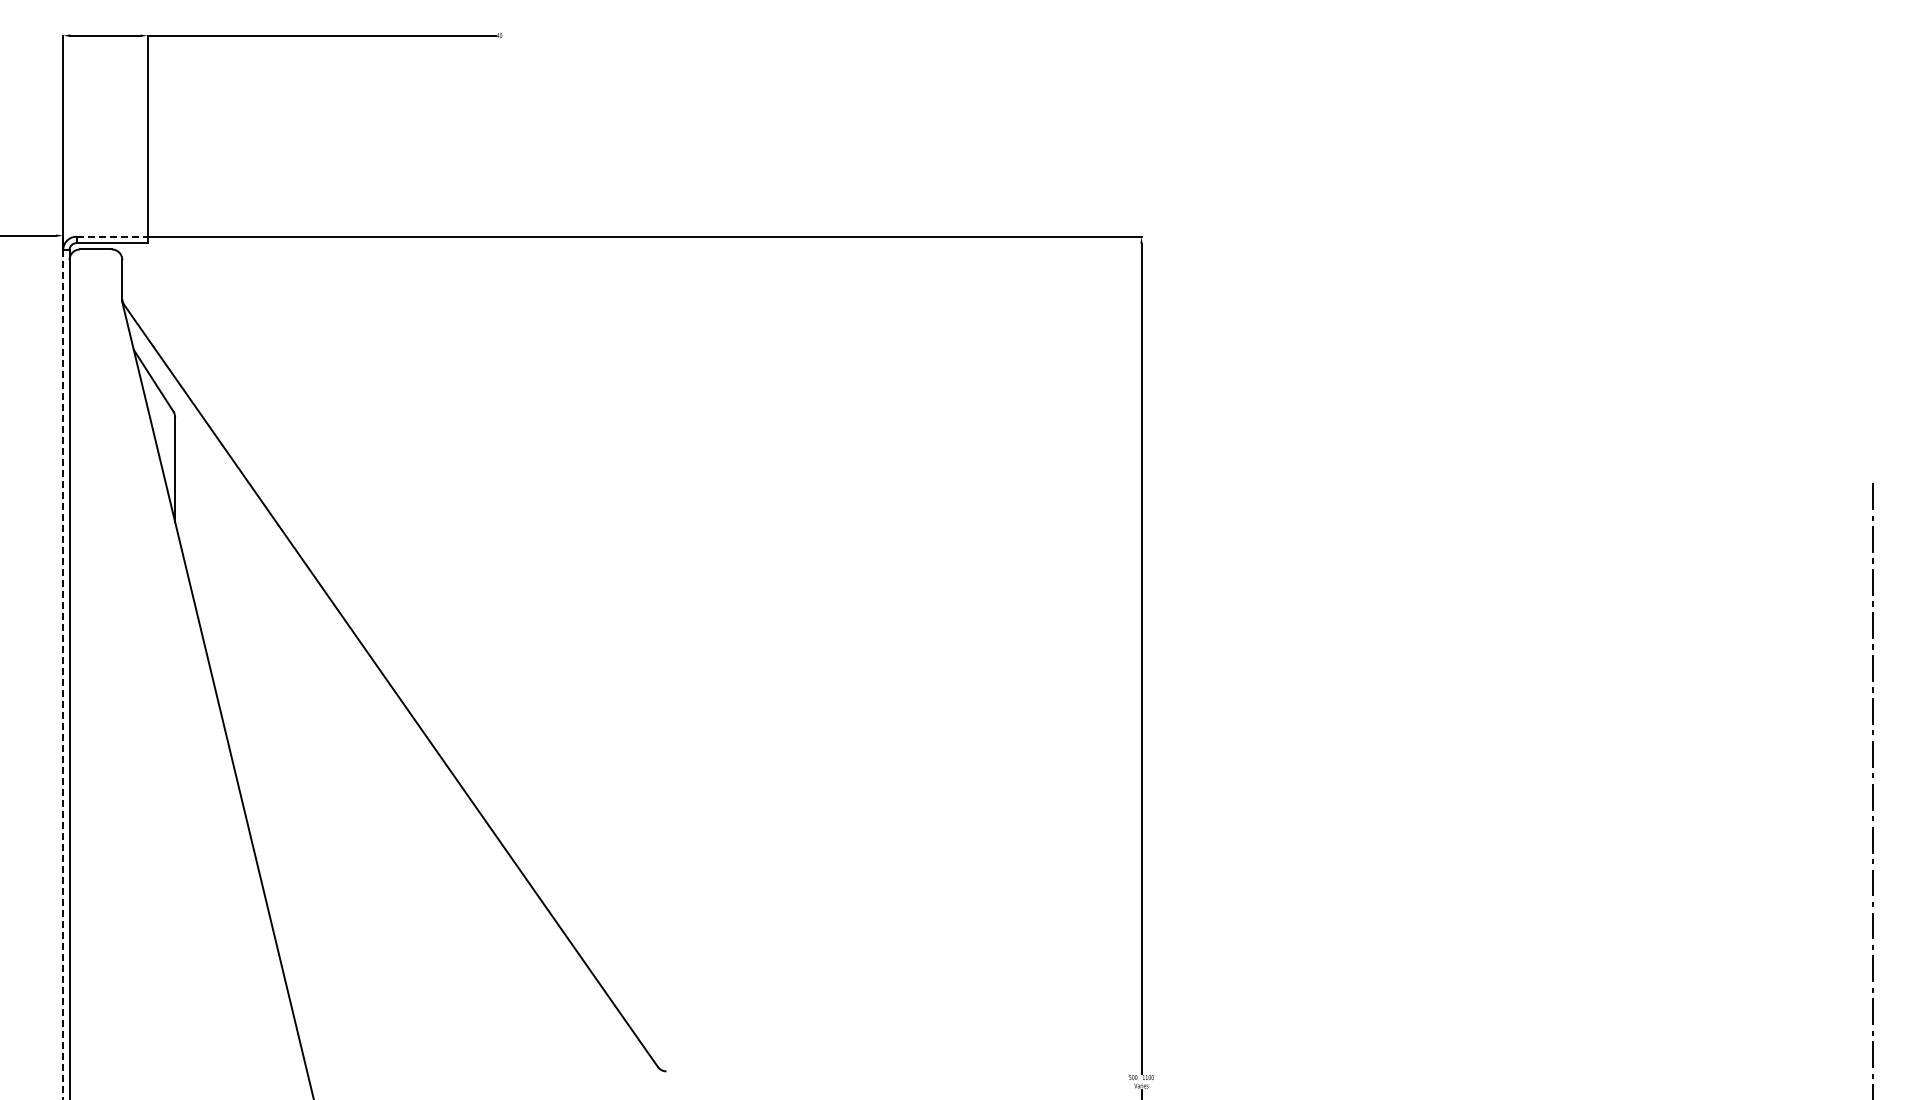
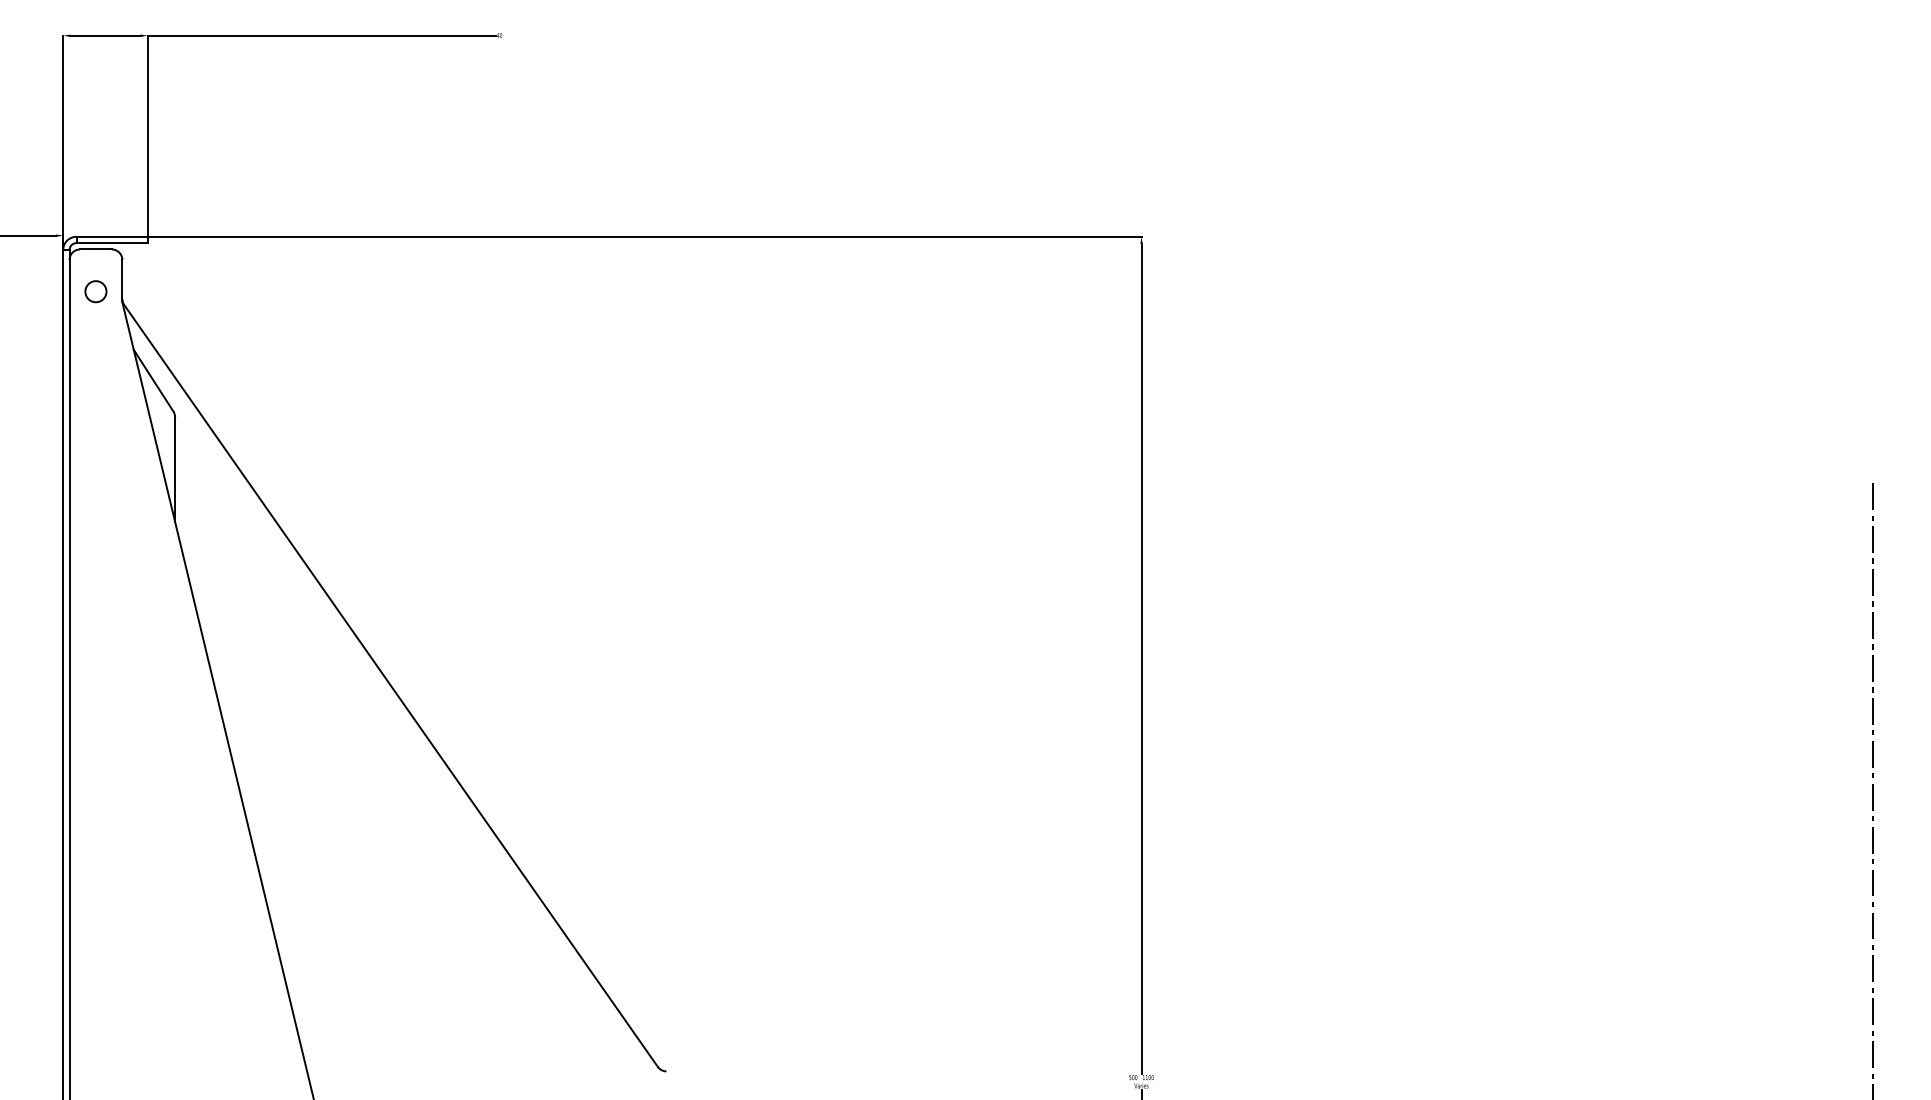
line at (112, 236): dashed -> solid
circle at (95, 291): none -> present
line at (63, 674): dashed -> solid
